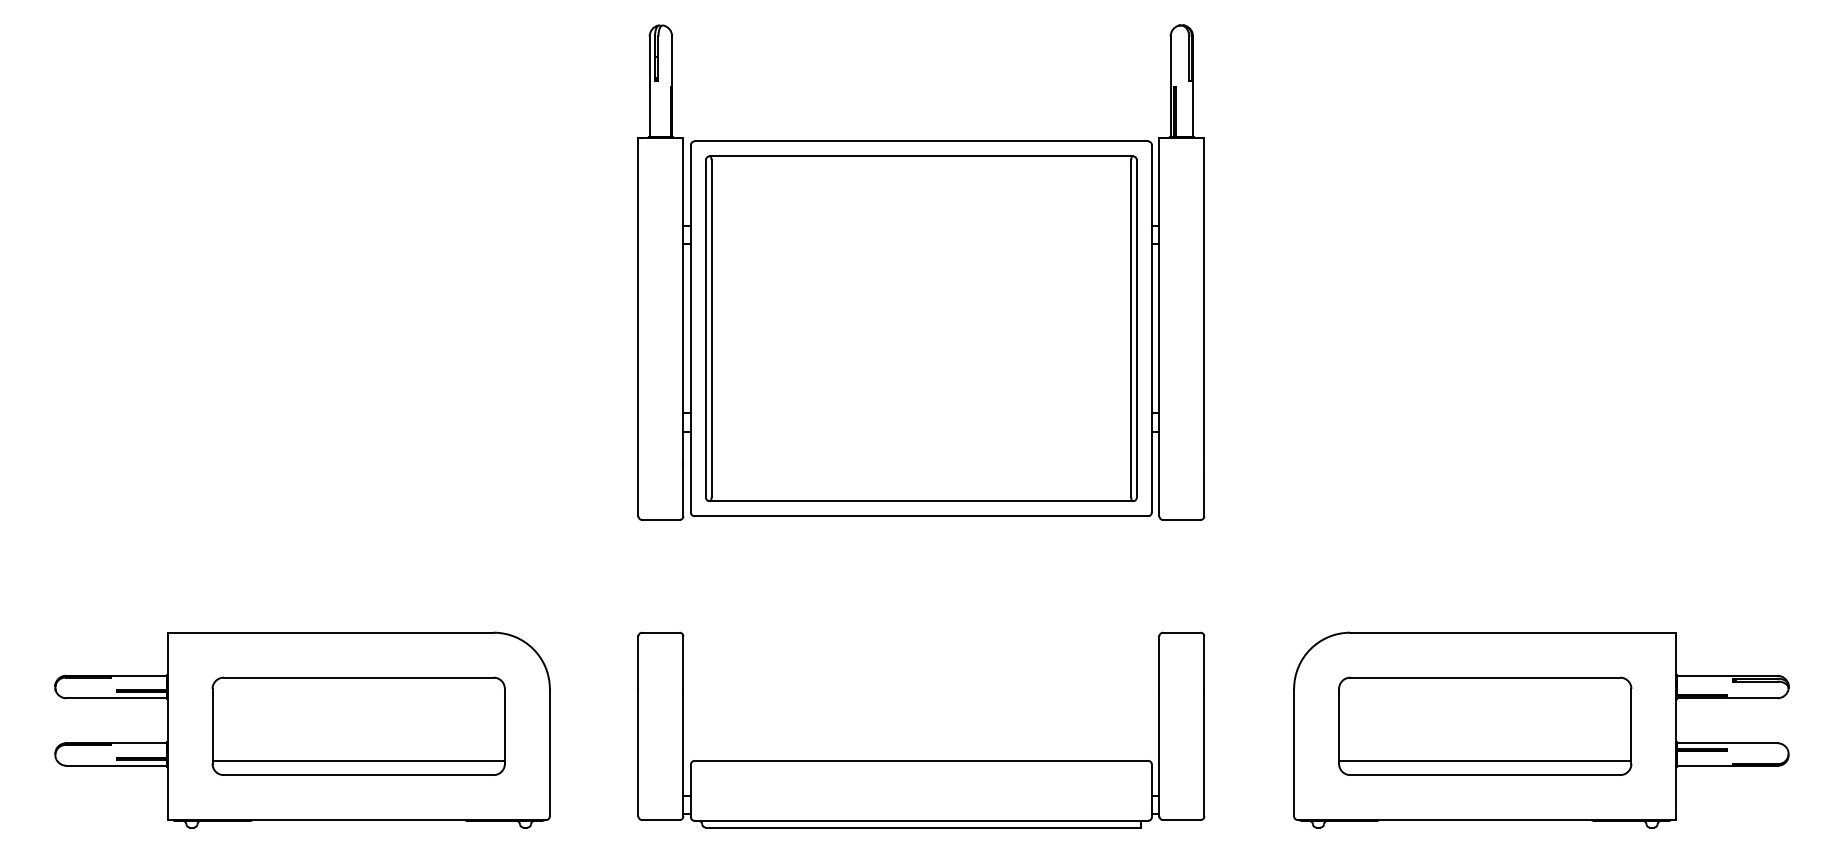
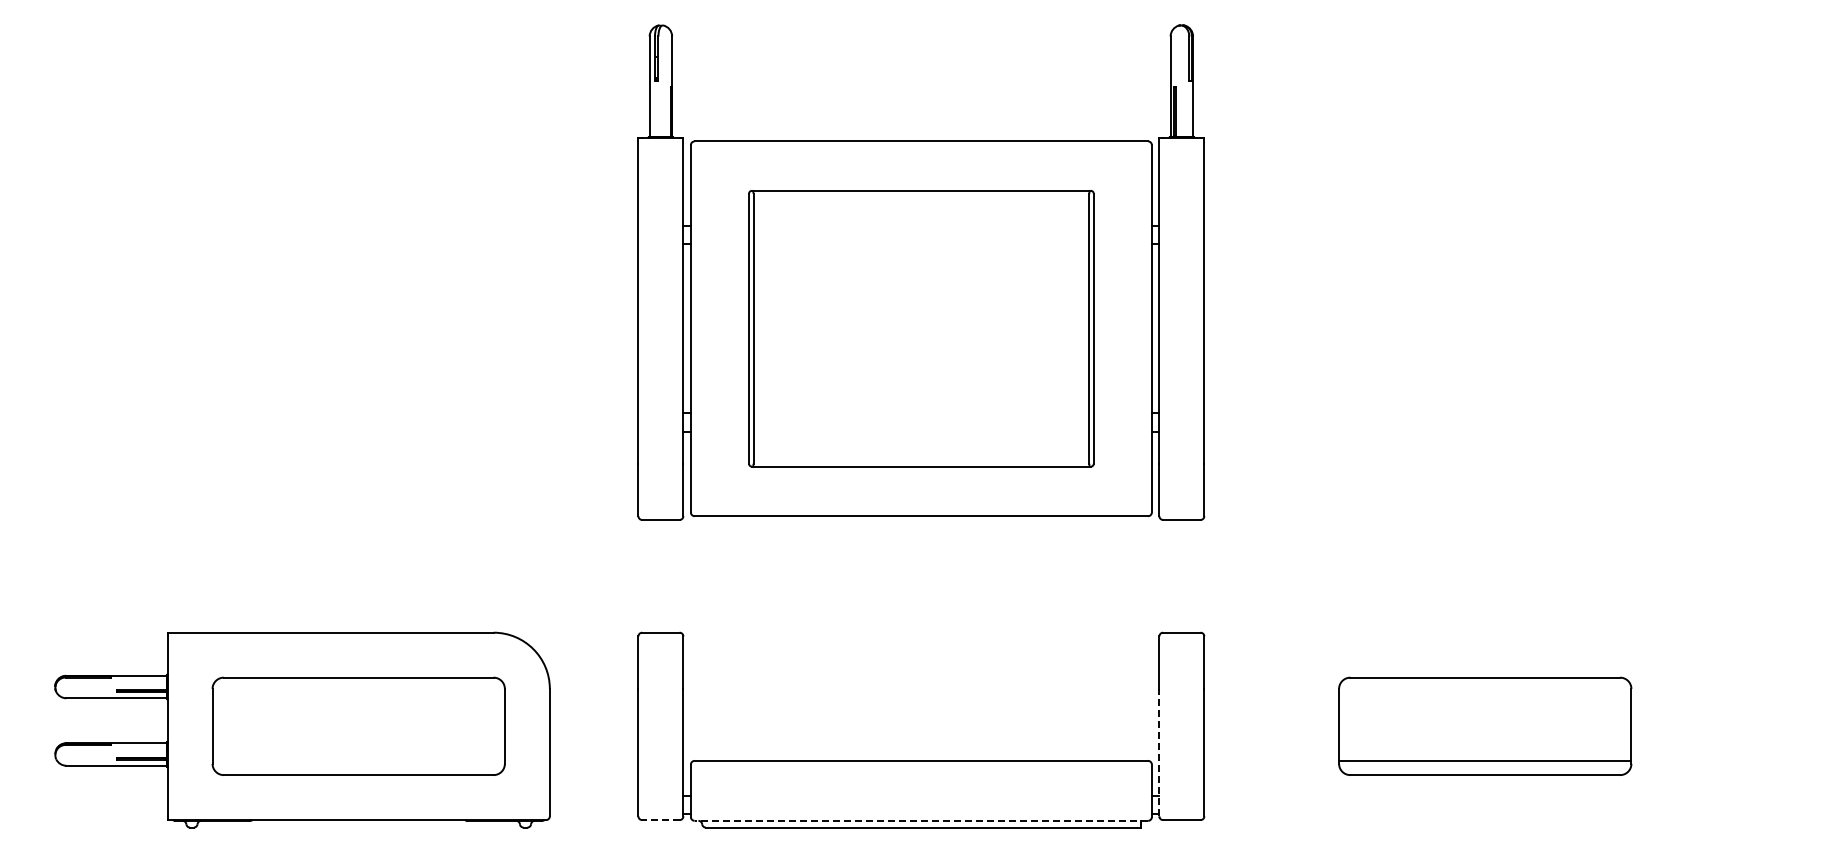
part at (921, 328) size: 433x347 px -> 347x278 px
part at (1541, 729): present -> none
line at (1159, 752): solid -> dashed
line at (358, 760): present -> none
line at (660, 820): solid -> dashed
line at (921, 820): solid -> dashed
